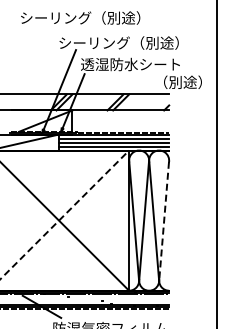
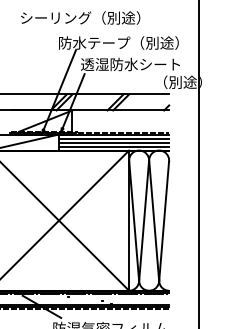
text at (94, 42): シーリング（別途） -> 防水テープ（別途）
line at (216, 163) position: (216, 163) -> (198, 163)
line at (65, 214): dashed -> solid
line at (164, 221): dashed -> solid
